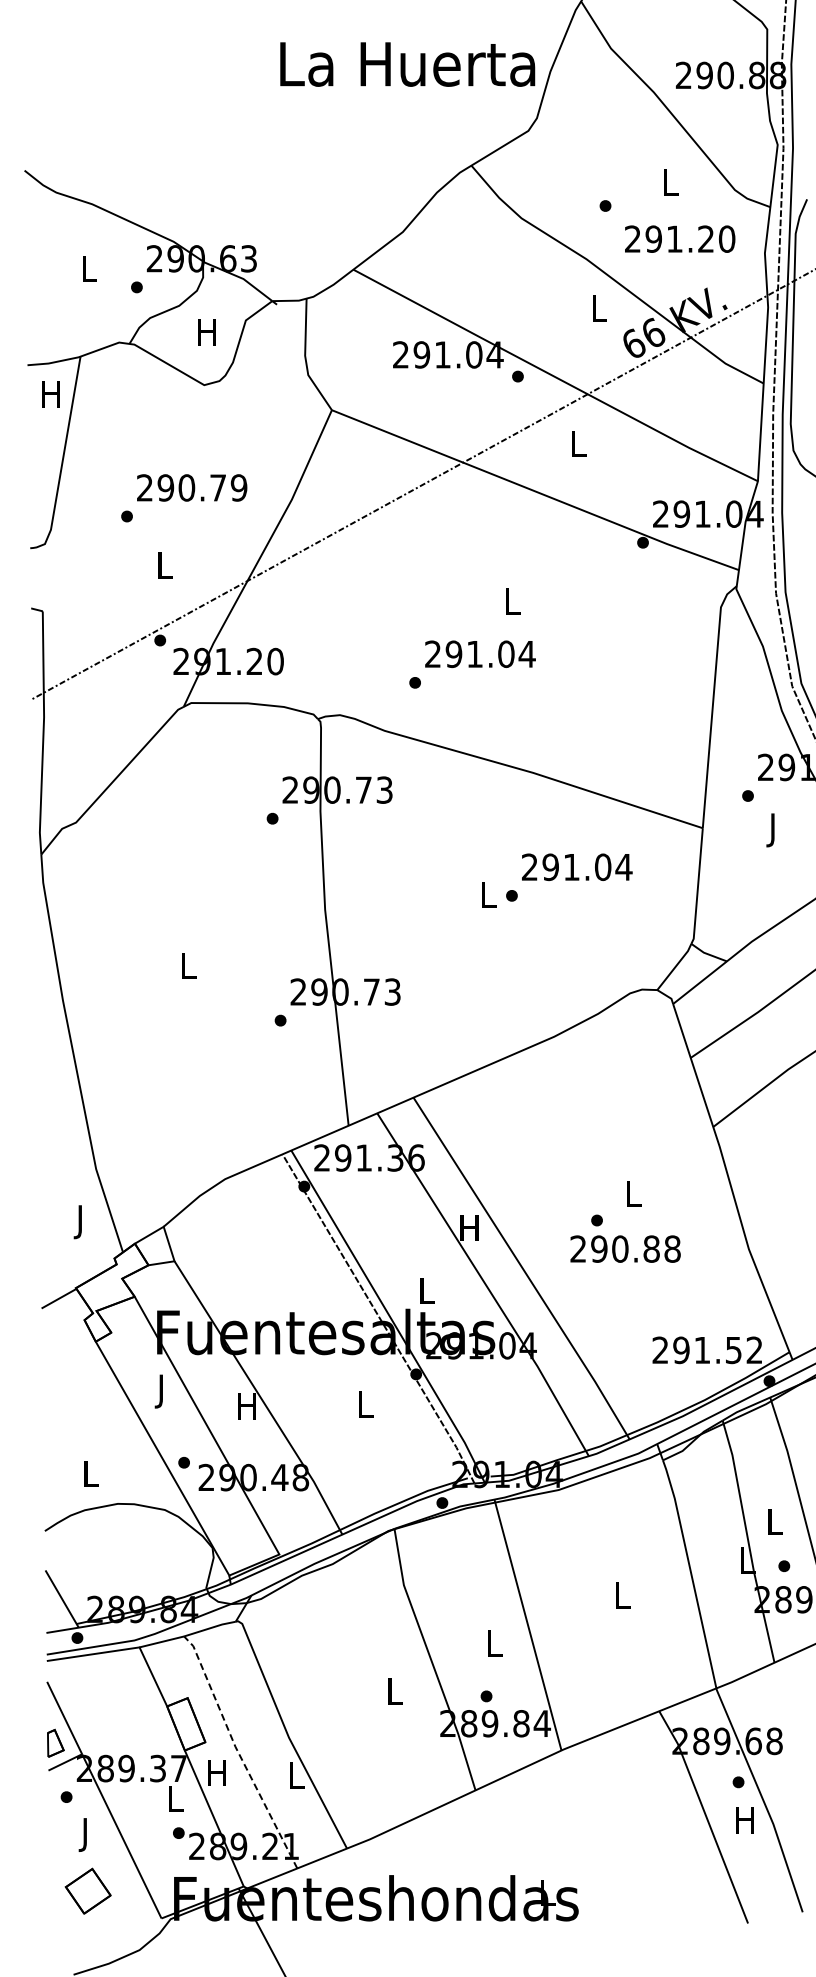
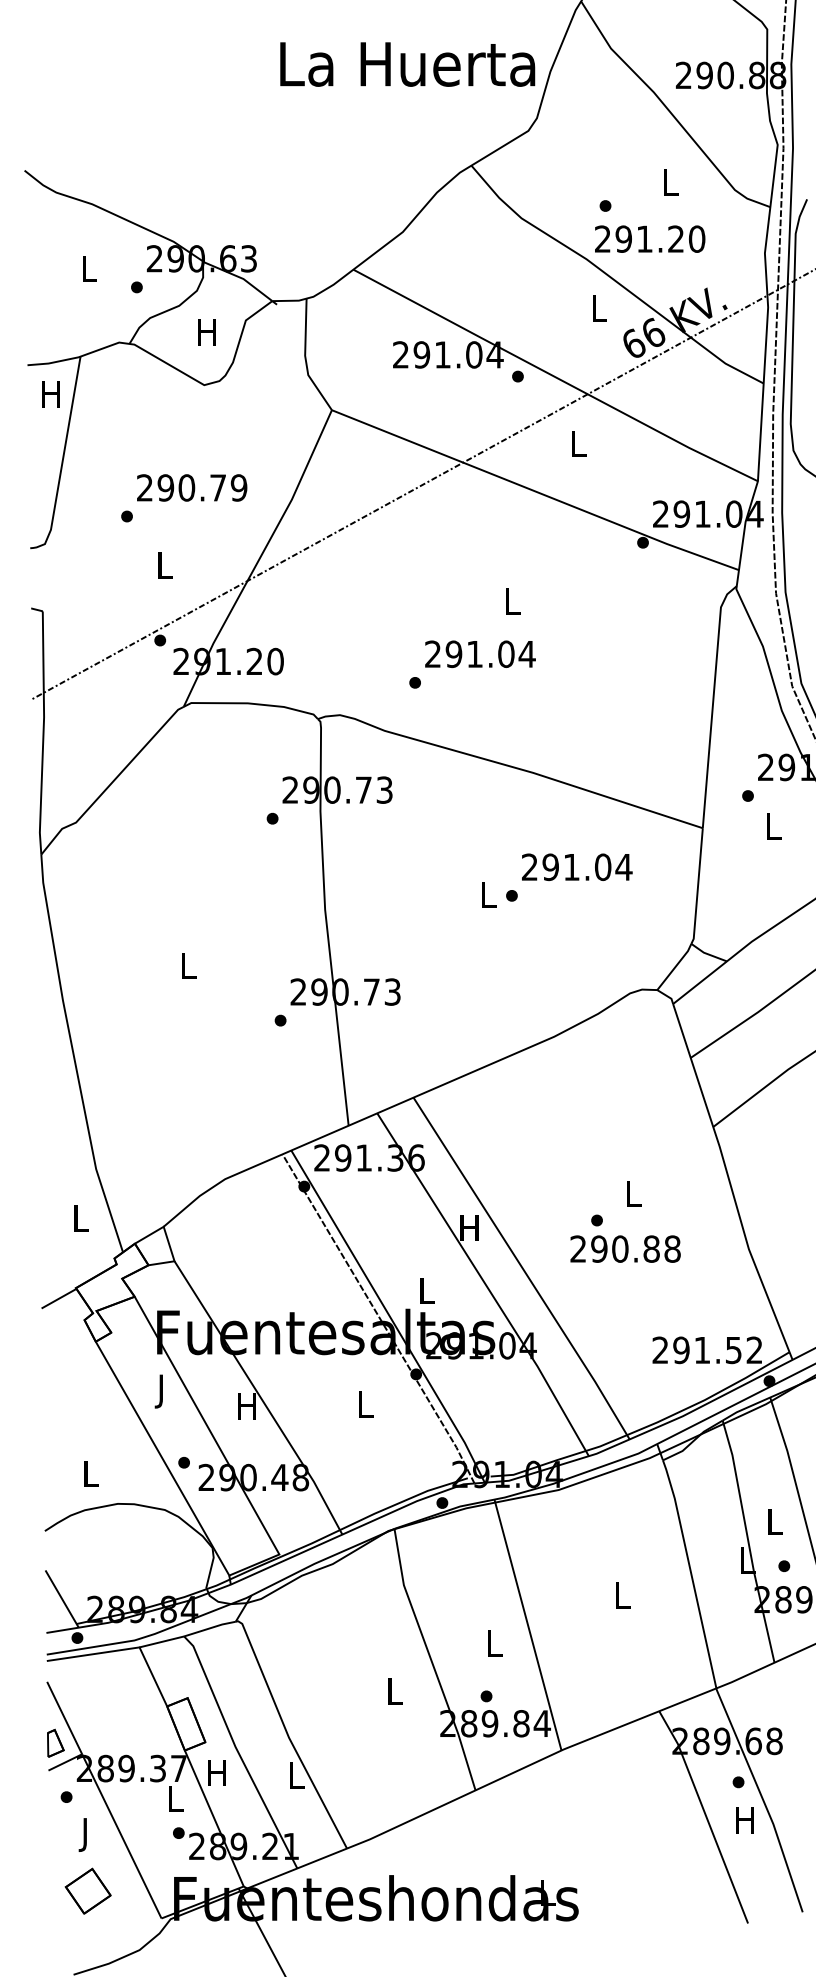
text at (680, 238) position: (680, 238) -> (650, 238)
text at (773, 830): J -> L
text at (80, 1222): J -> L
line at (237, 1751): dashed -> solid
